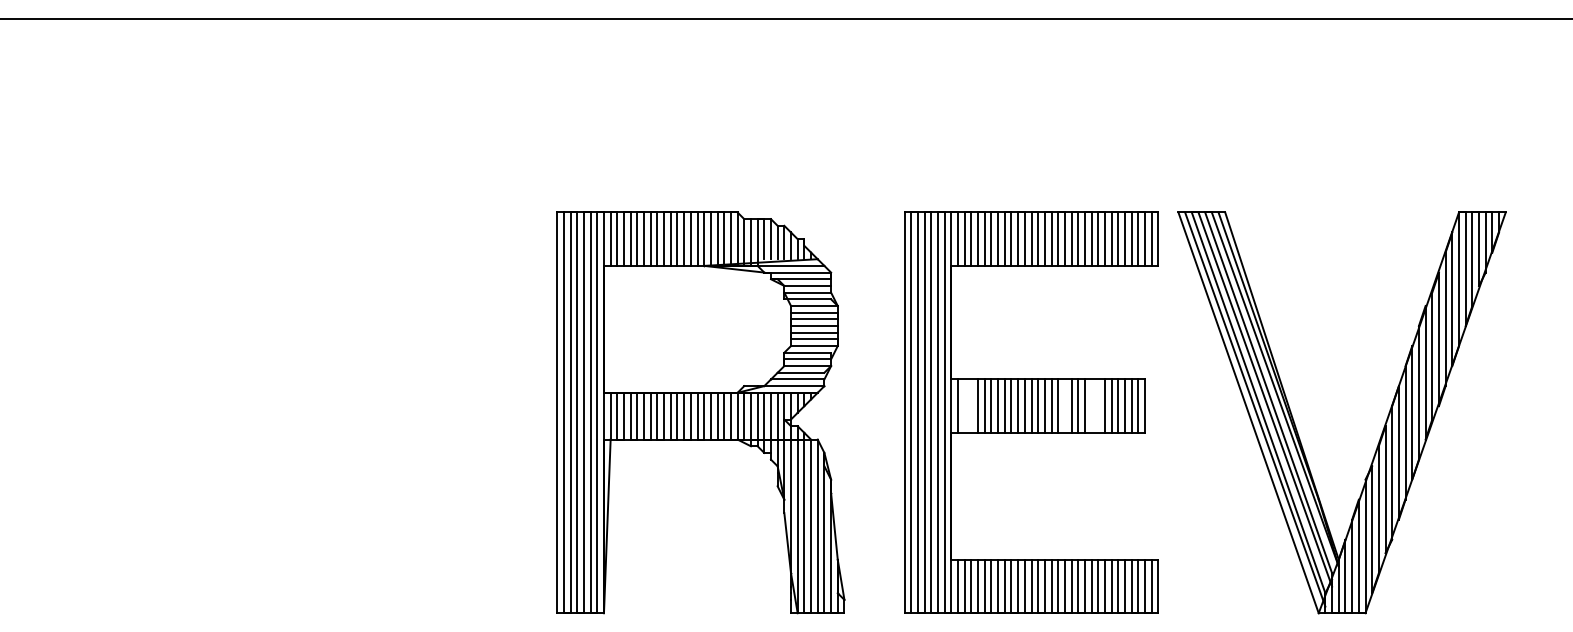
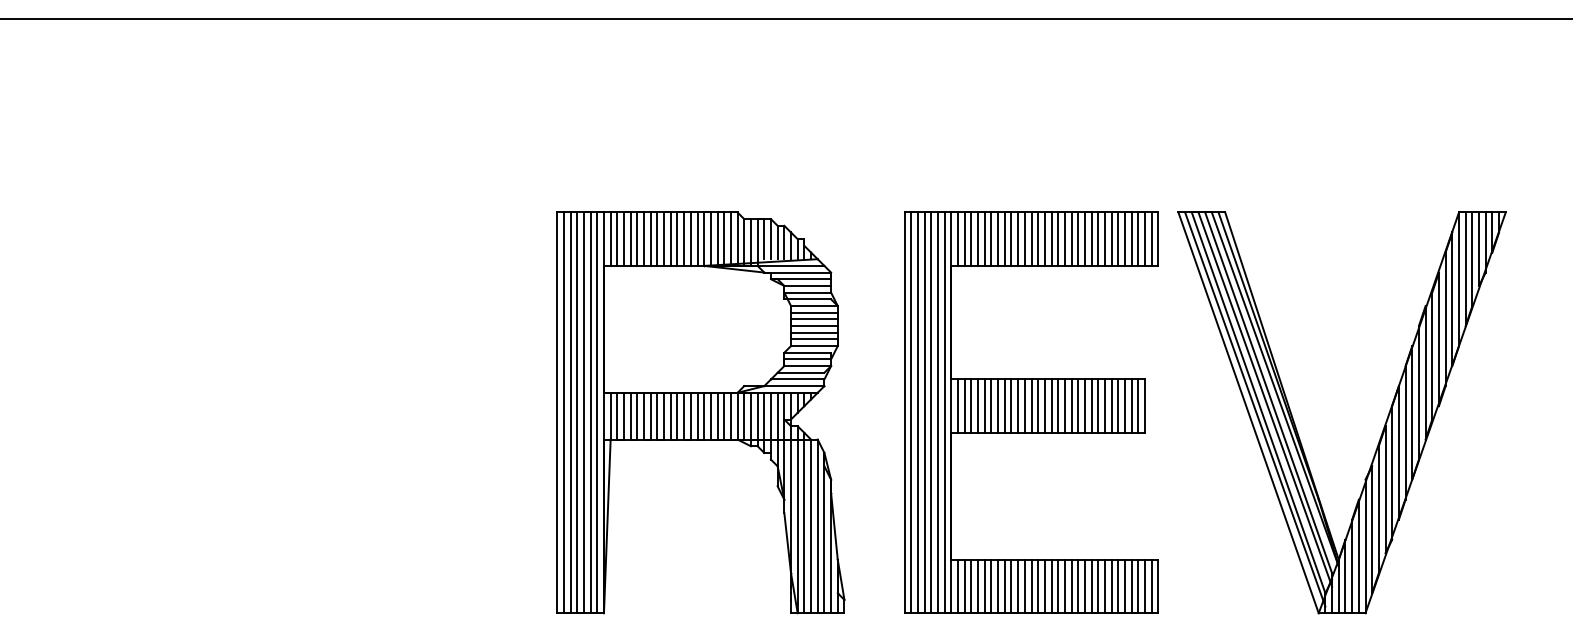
line at (964, 405): none -> present
line at (971, 405): none -> present
line at (1064, 405): none -> present
line at (1091, 405): none -> present
line at (1098, 405): none -> present
